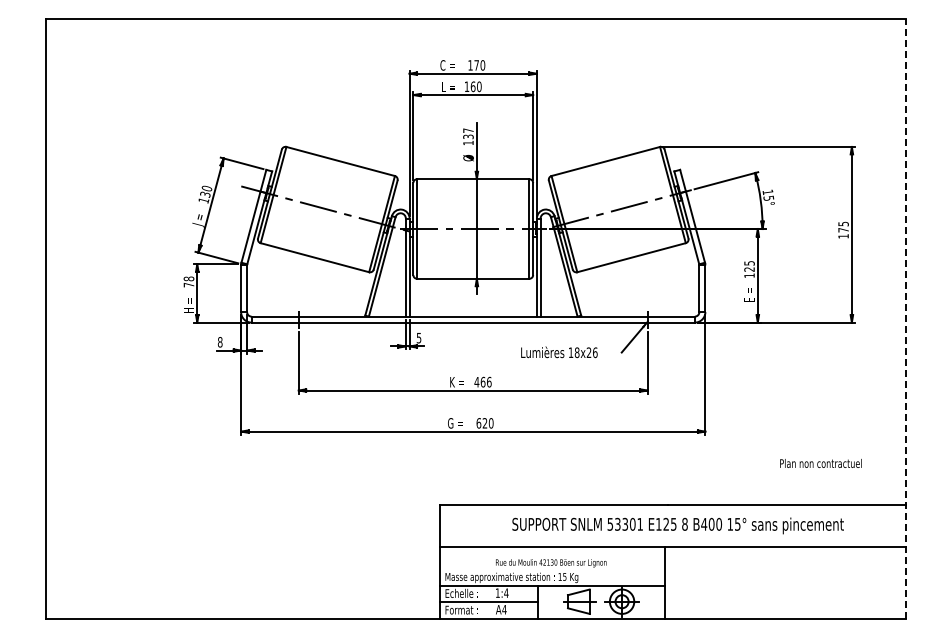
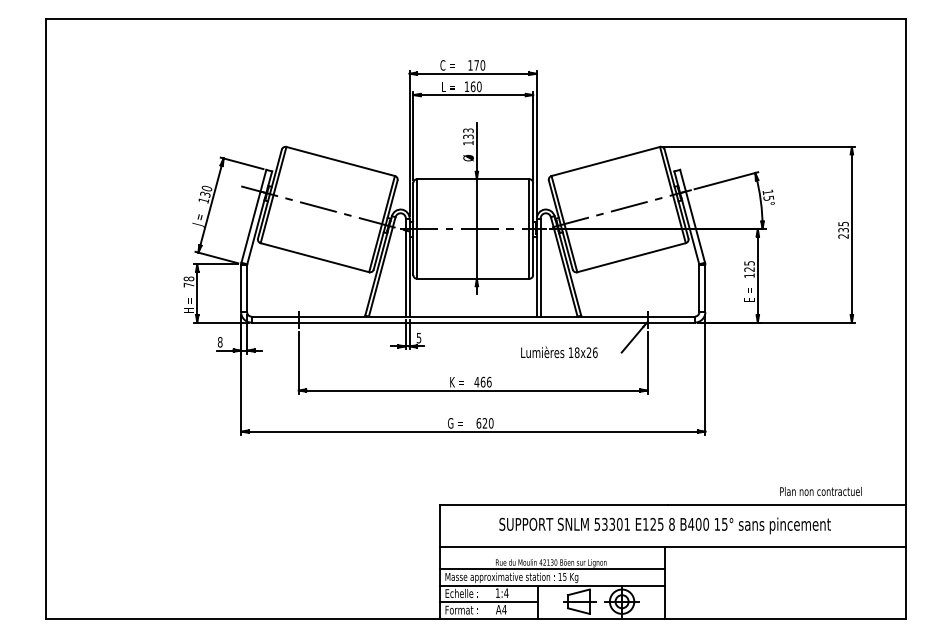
text at (468, 130): 137 -> 133
text at (843, 233): 175 -> 235
line at (905, 318): dashed -> solid
text at (820, 463) position: (820, 463) -> (820, 491)
text at (677, 525) position: (677, 525) -> (664, 525)
line at (552, 569): none -> present
